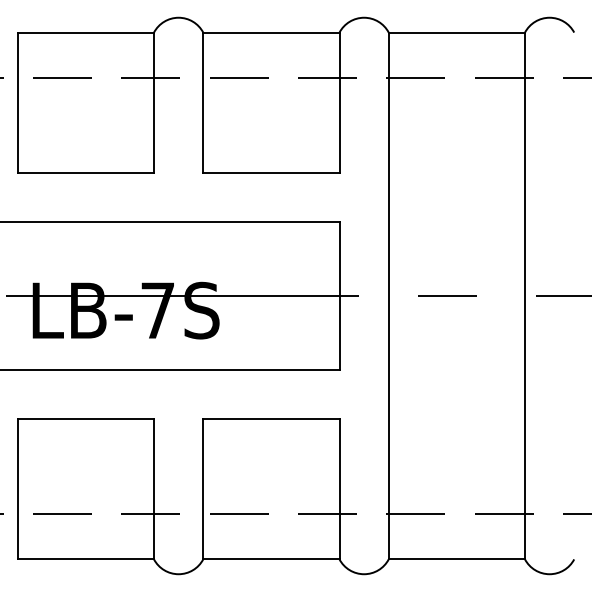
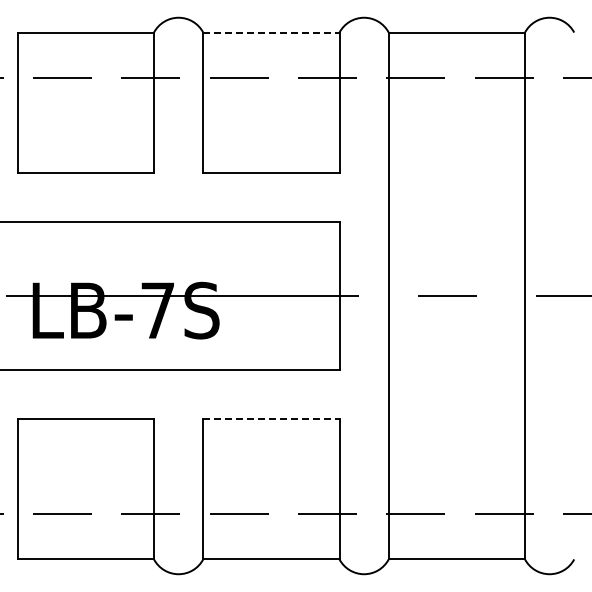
line at (271, 32): solid -> dashed
line at (271, 419): solid -> dashed
